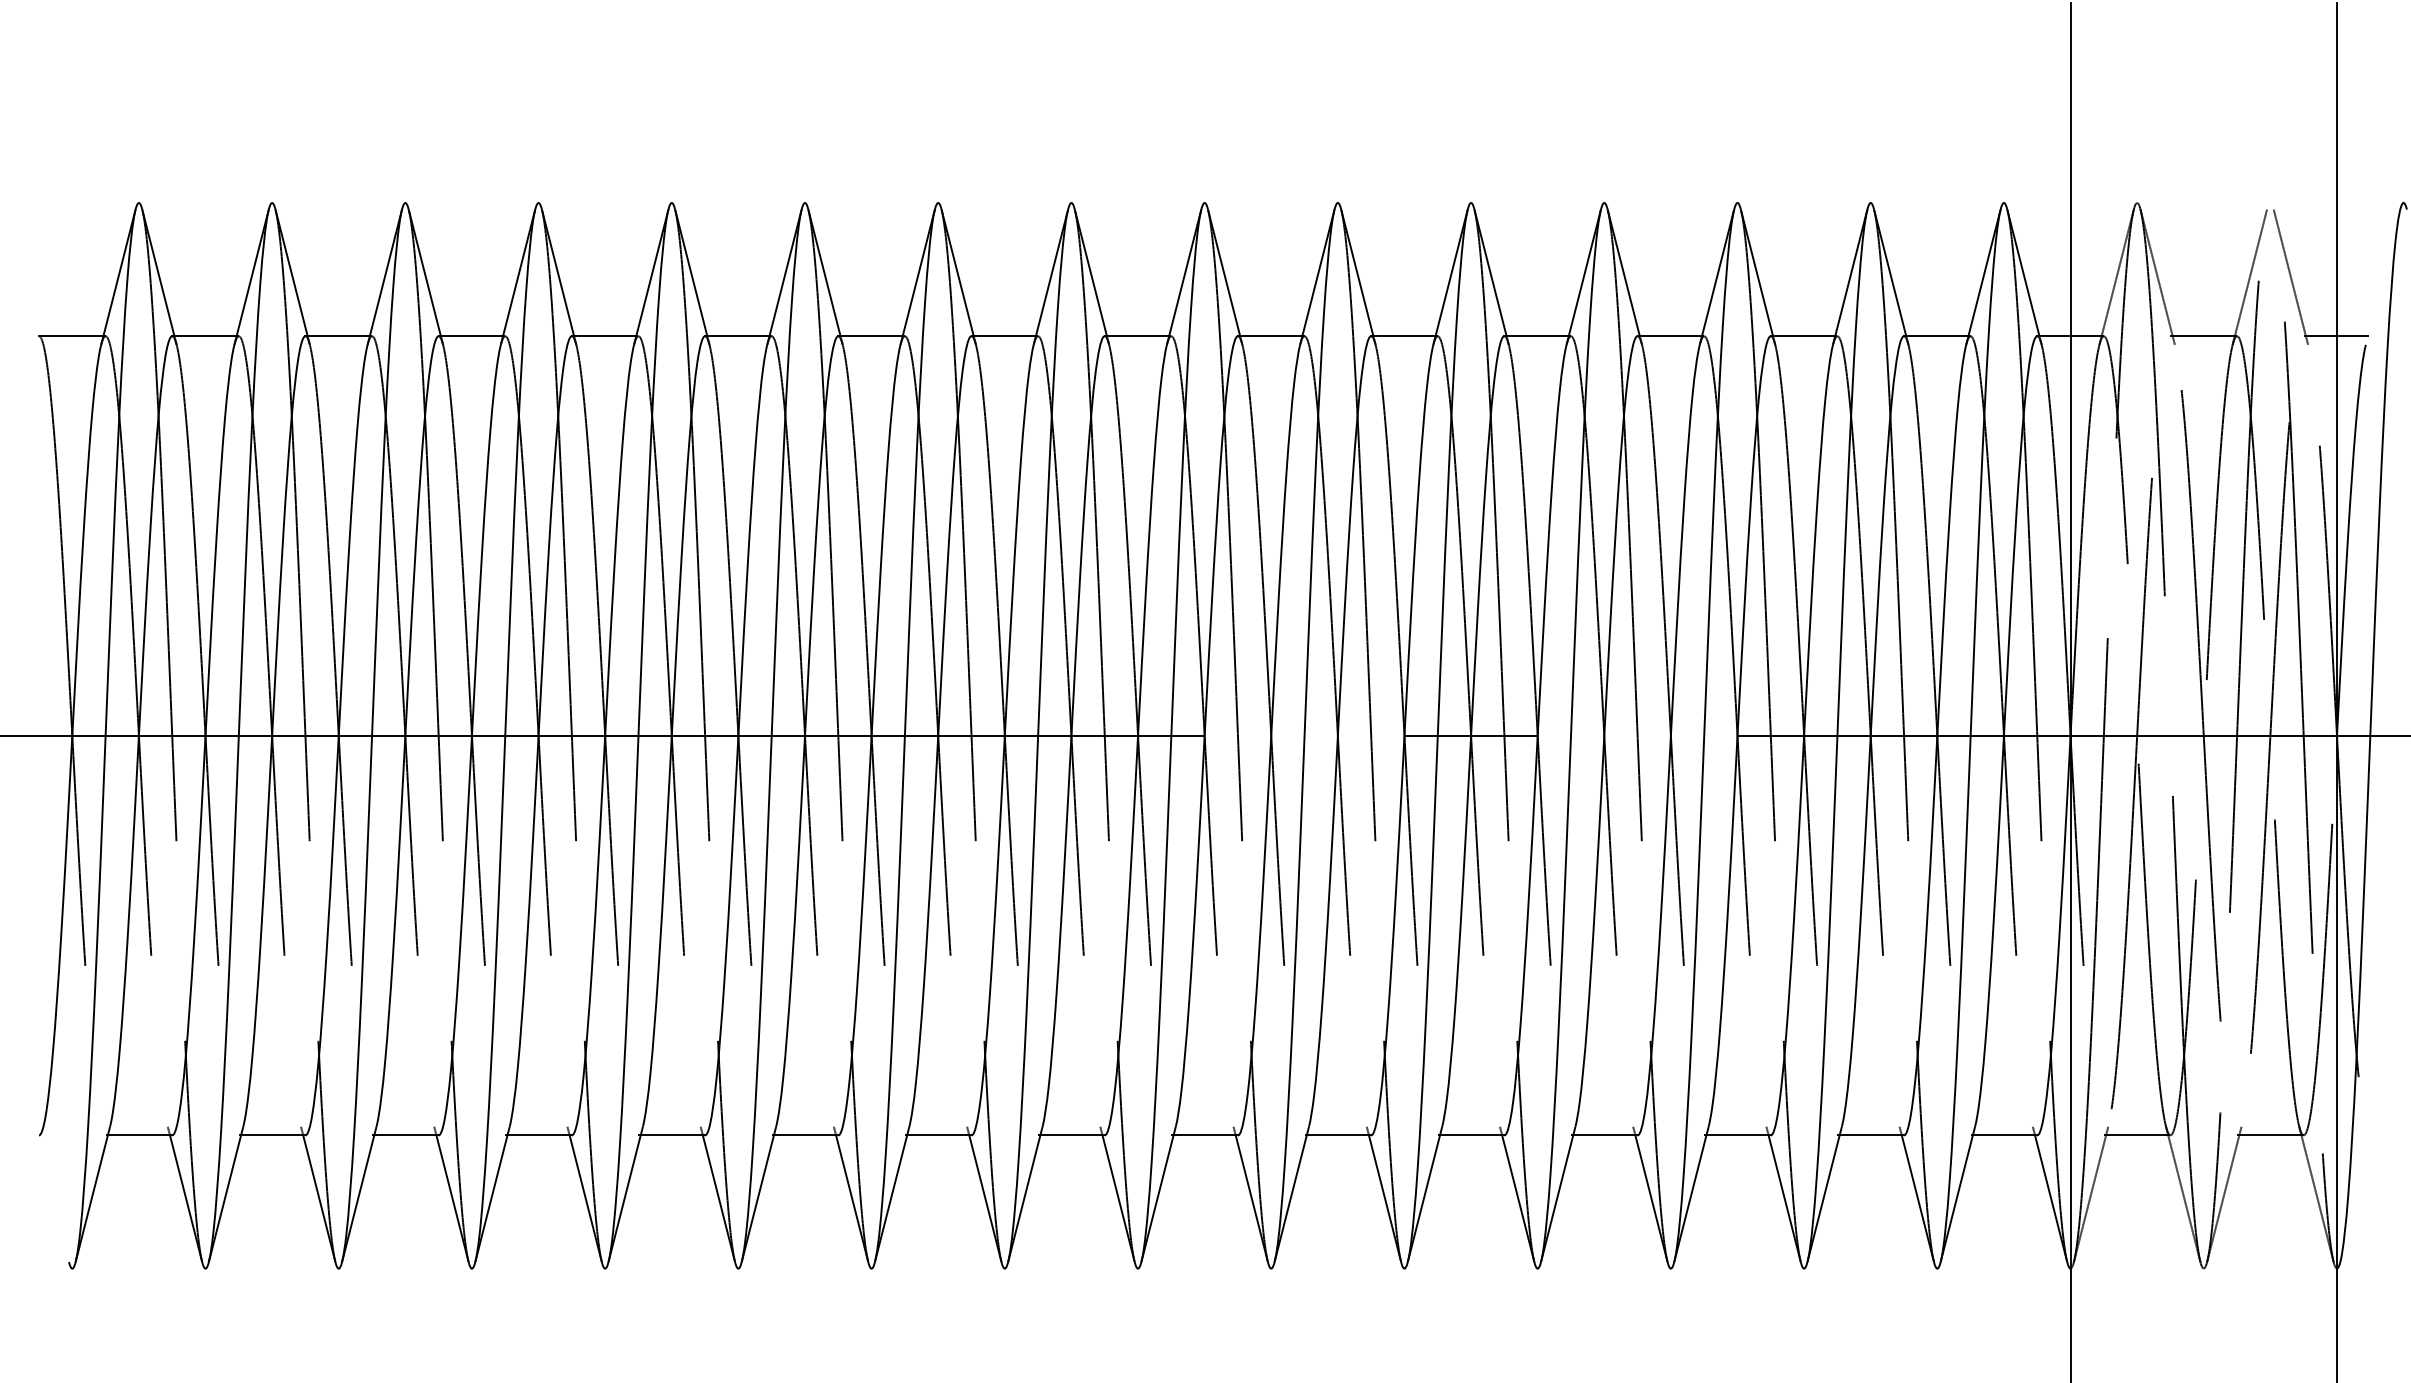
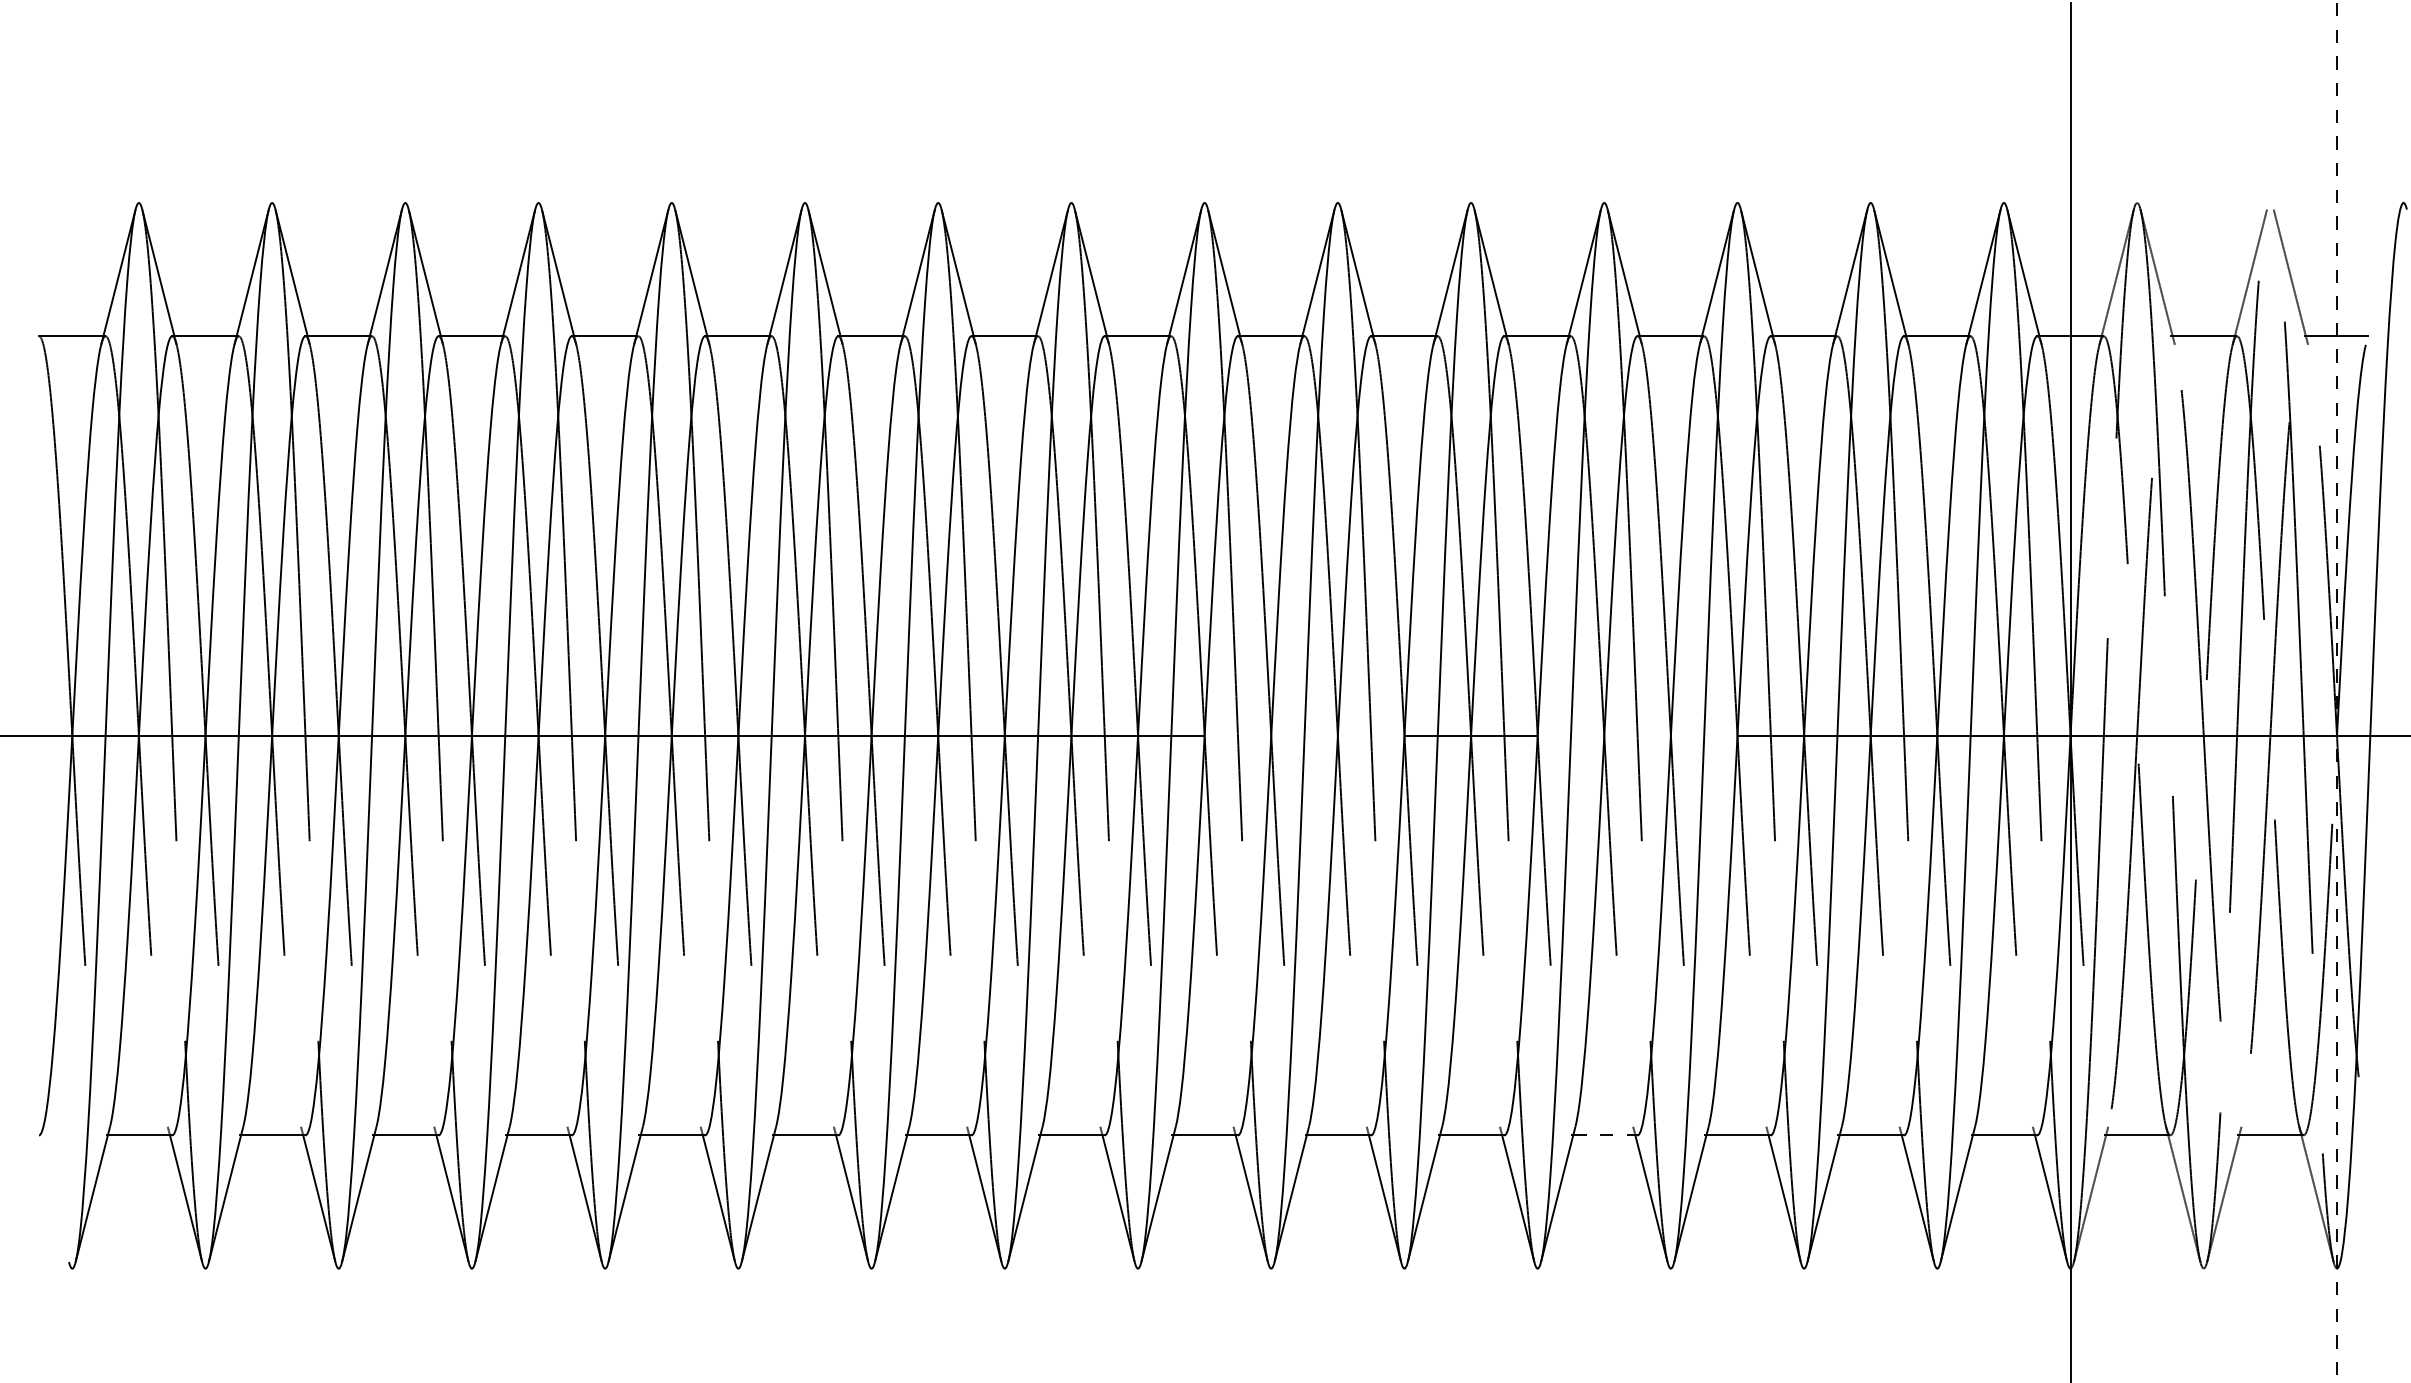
line at (2336, 693): solid -> dashed
line at (1605, 1135): solid -> dashed
